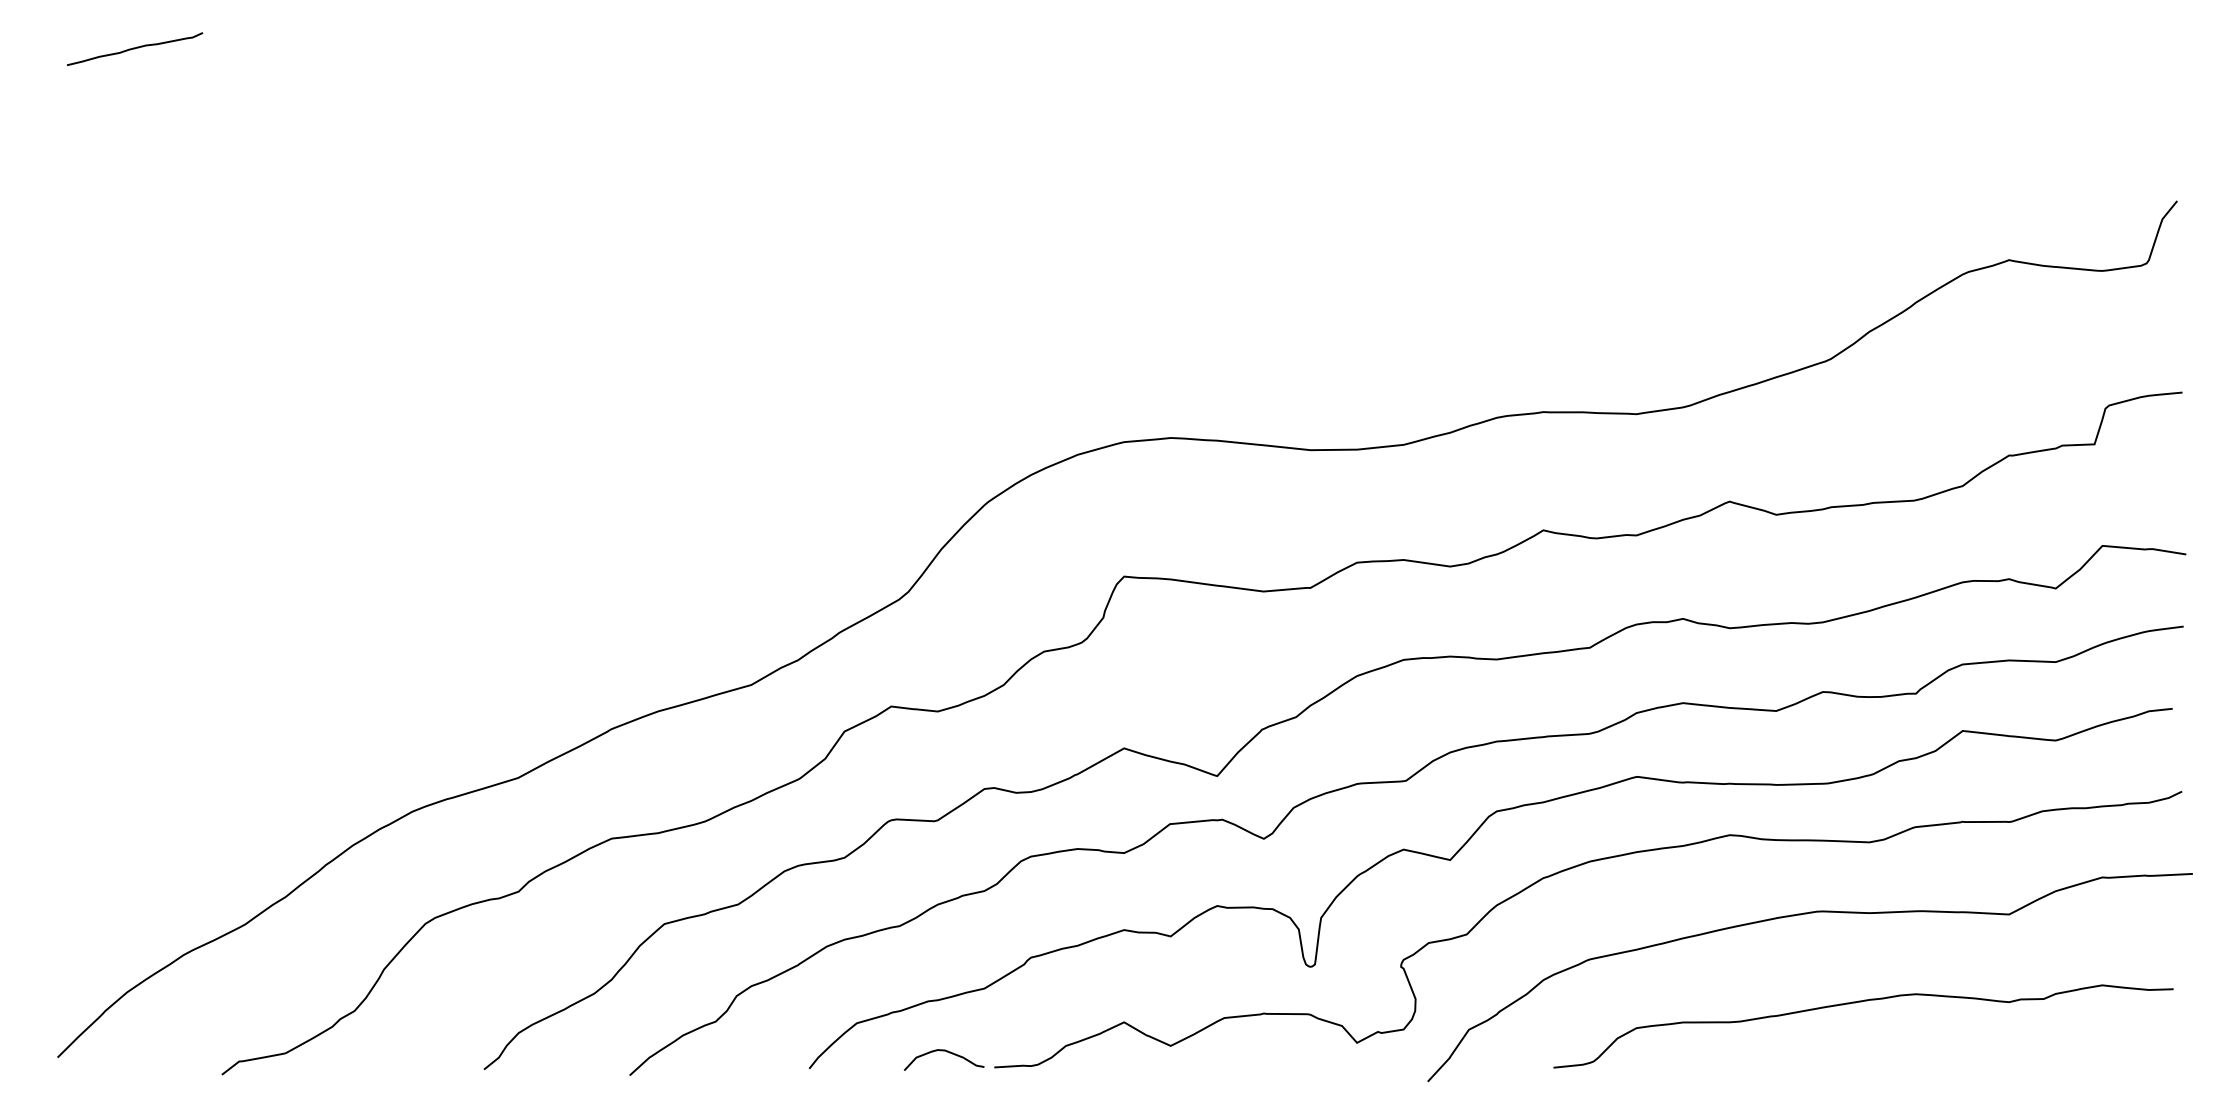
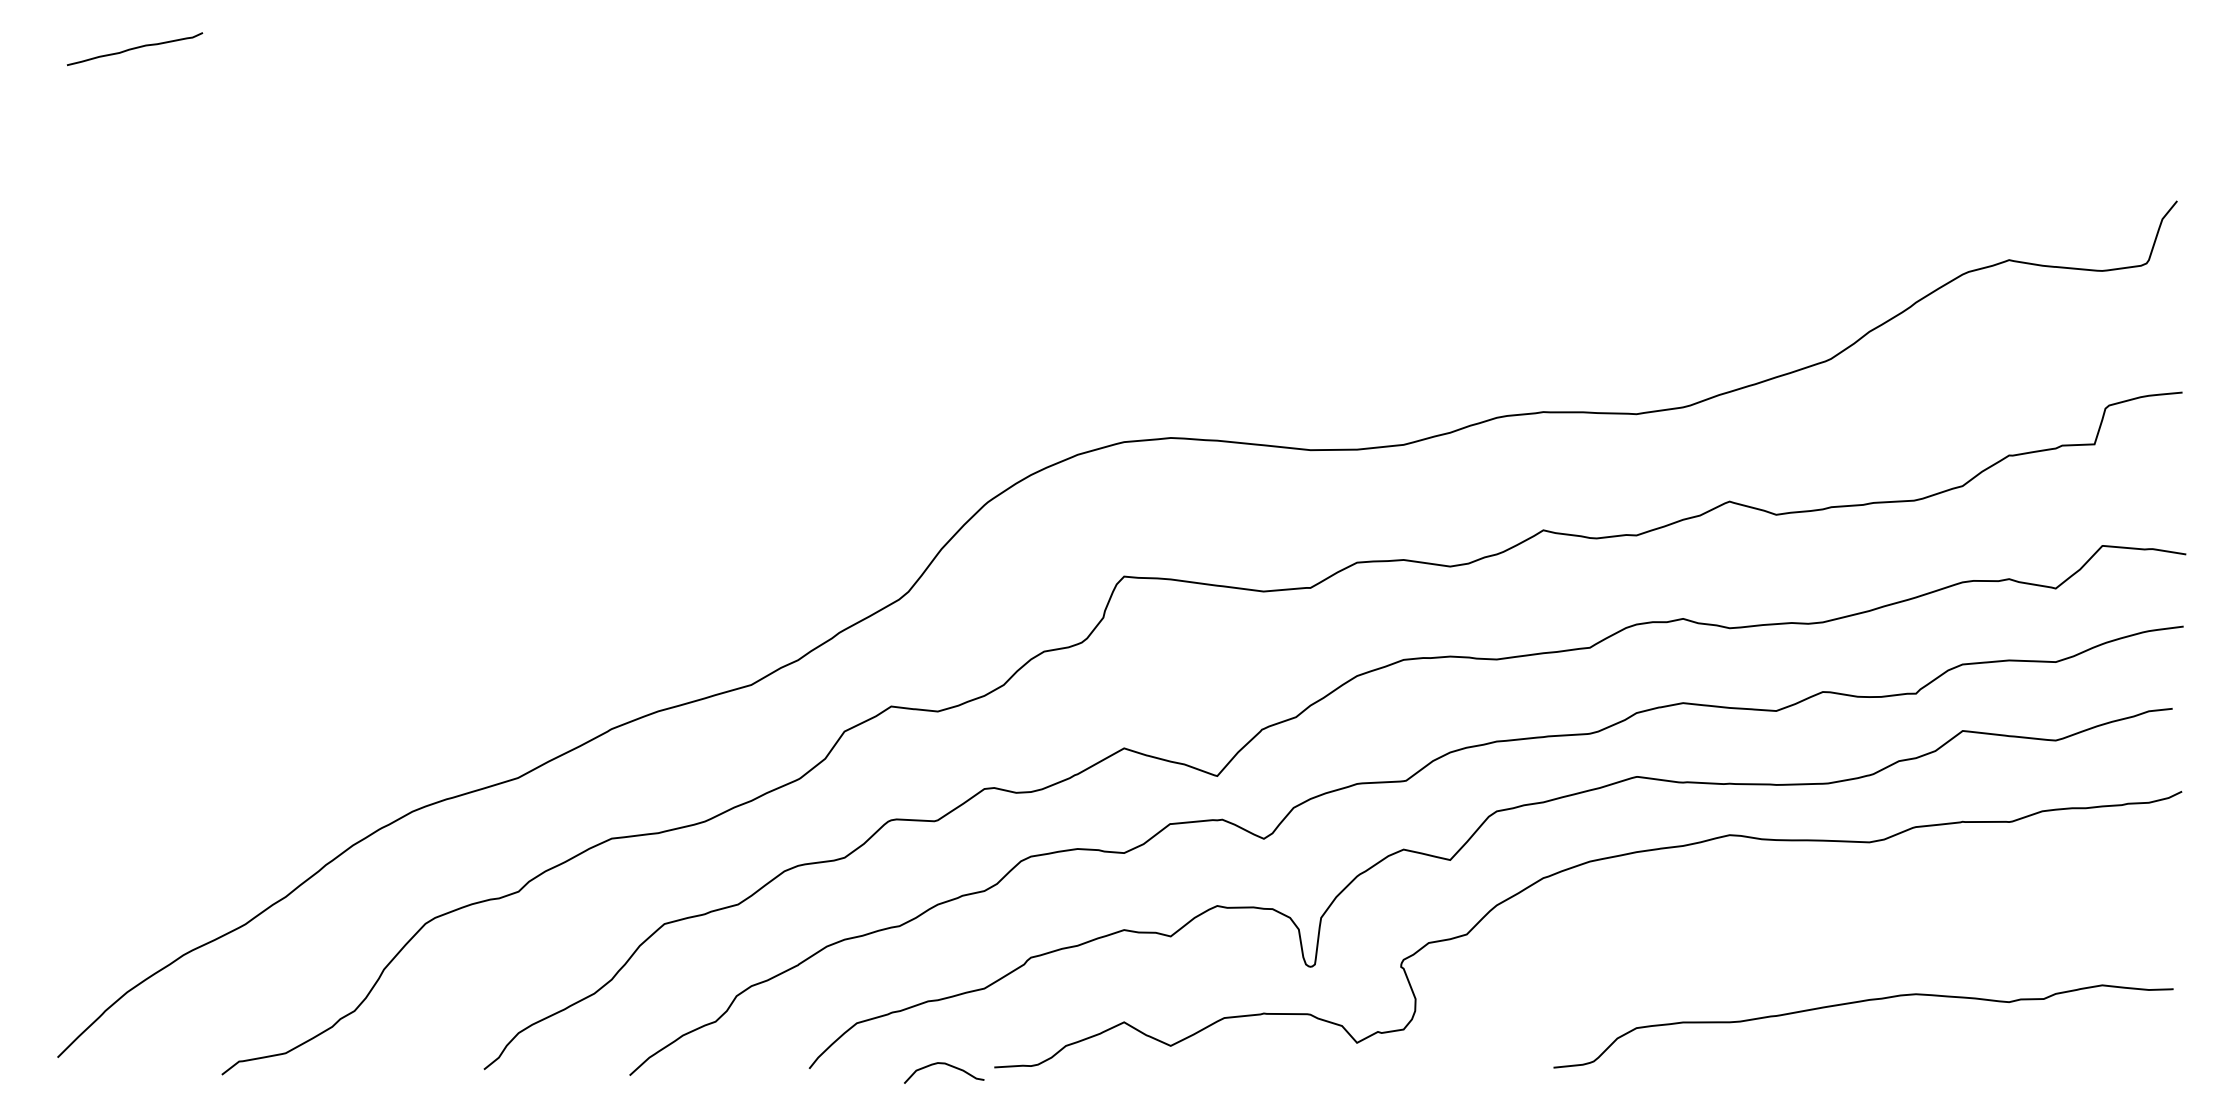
curve at (1800, 915): present -> none
curve at (946, 1052) position: (946, 1052) -> (946, 1065)
